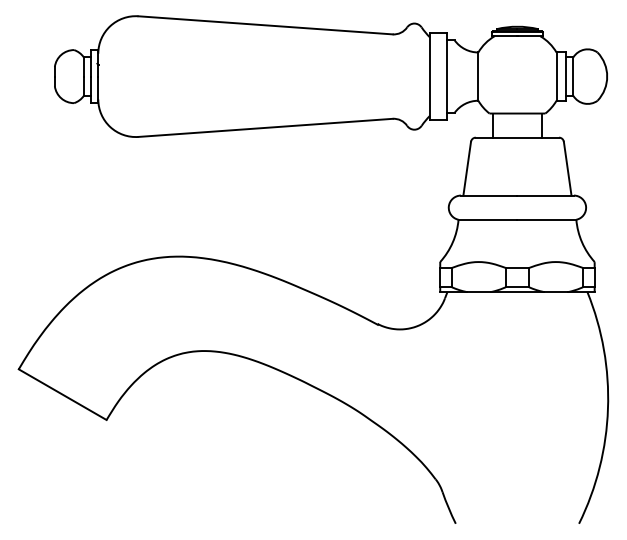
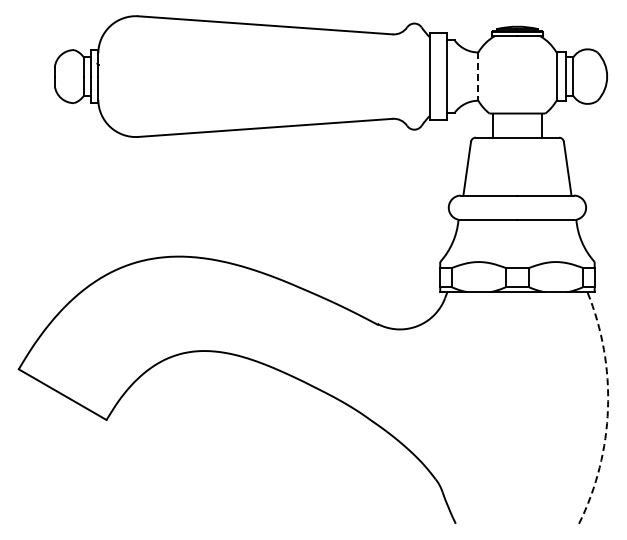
line at (478, 77): solid -> dashed
arc at (608, 408): solid -> dashed
